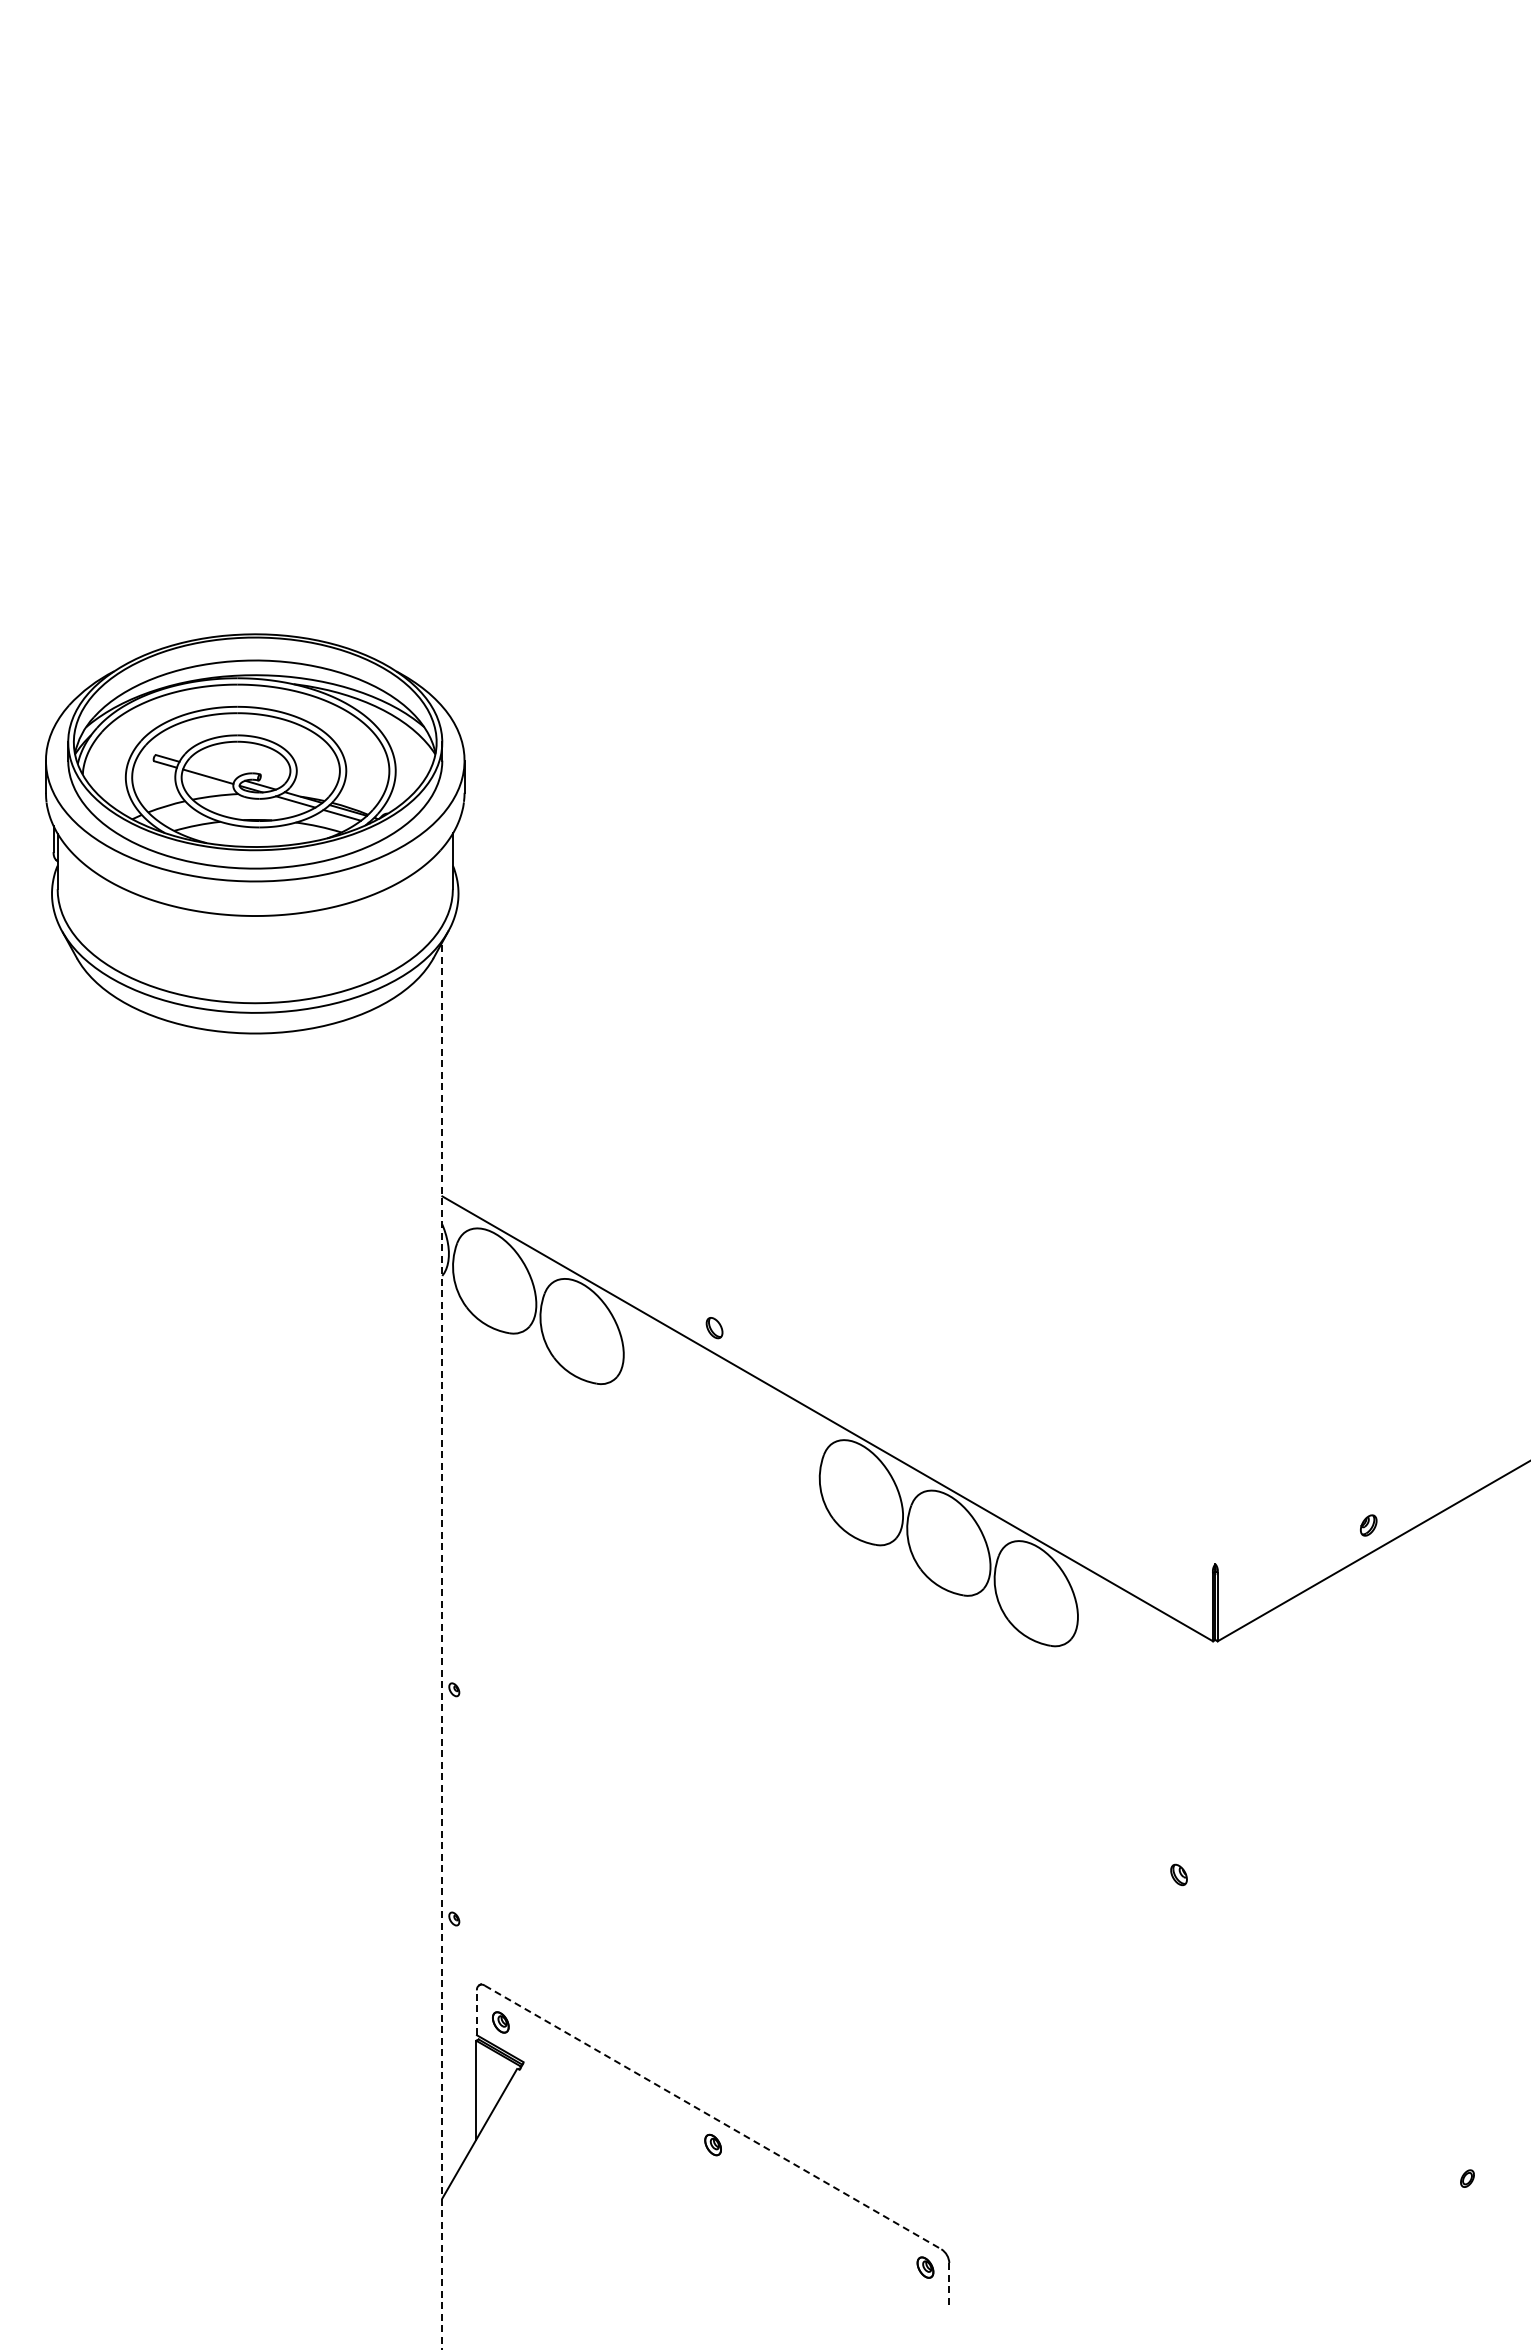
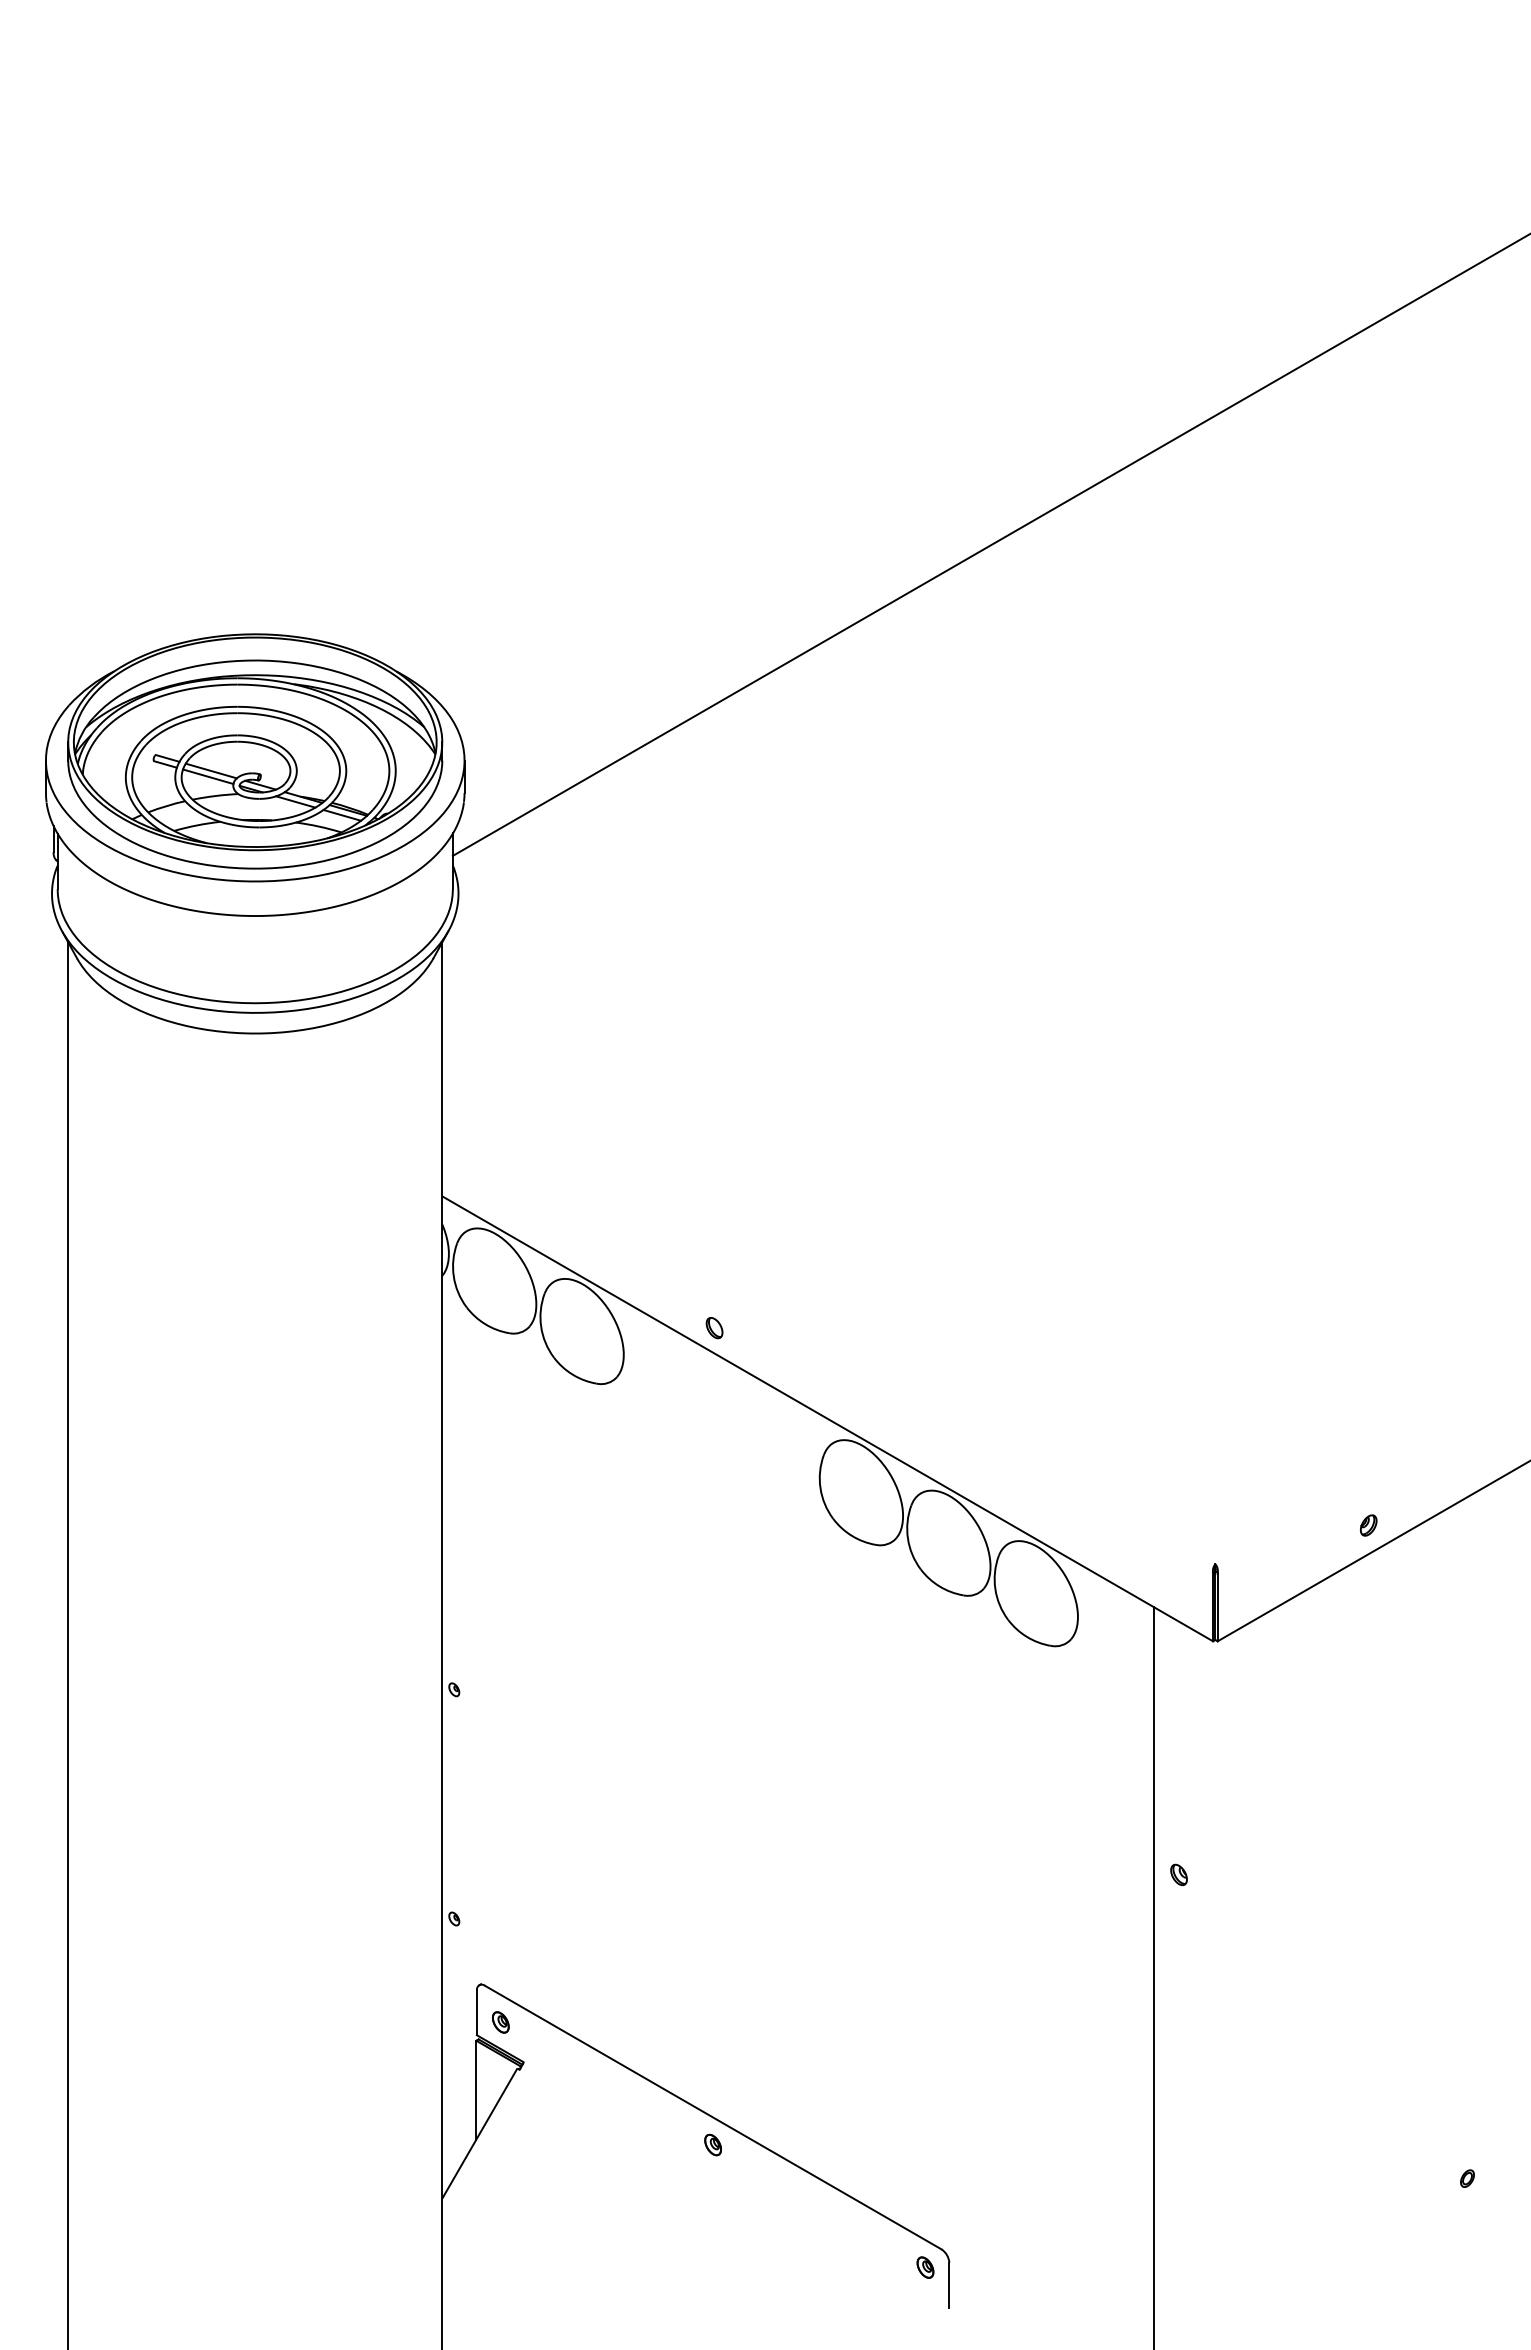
line at (989, 545): none -> present
line at (210, 770): none -> present
line at (68, 1644): none -> present
line at (442, 1645): dashed -> solid
line at (1153, 1976): none -> present
line at (476, 2012): dashed -> solid
line at (713, 2117): dashed -> solid
line at (949, 2286): dashed -> solid
